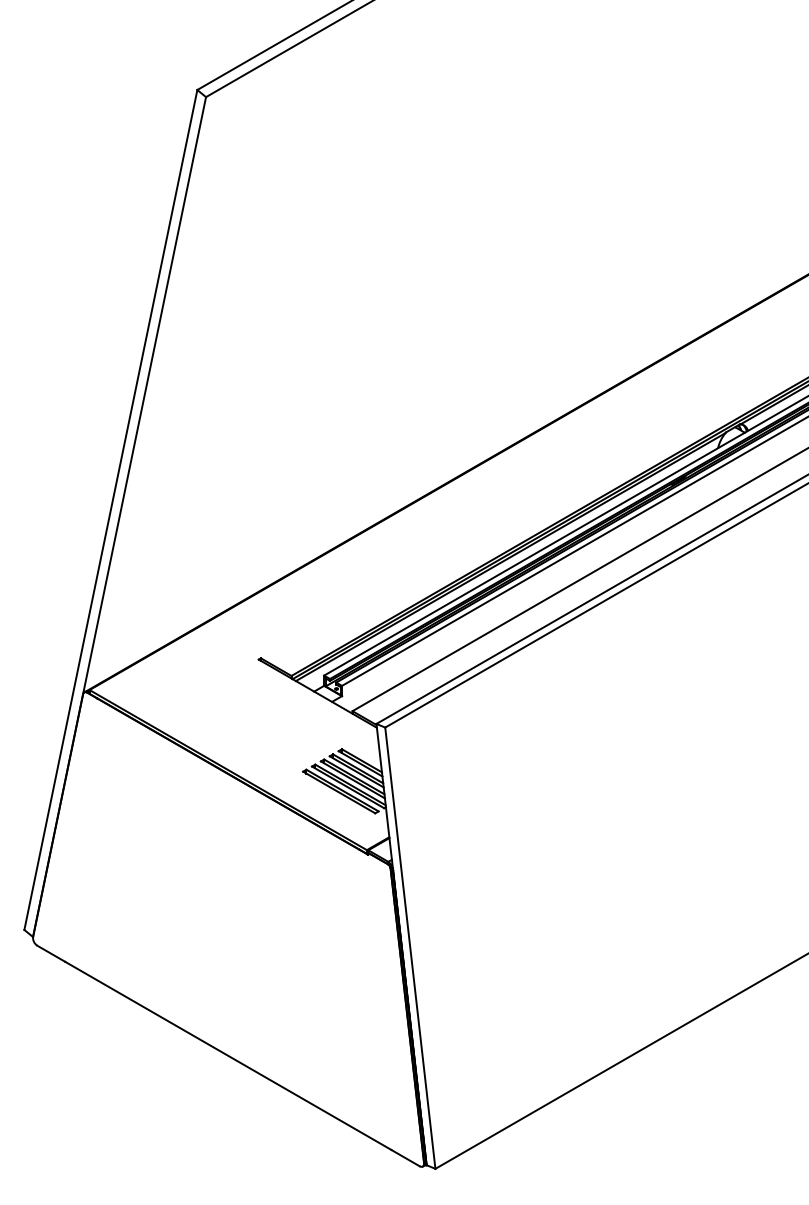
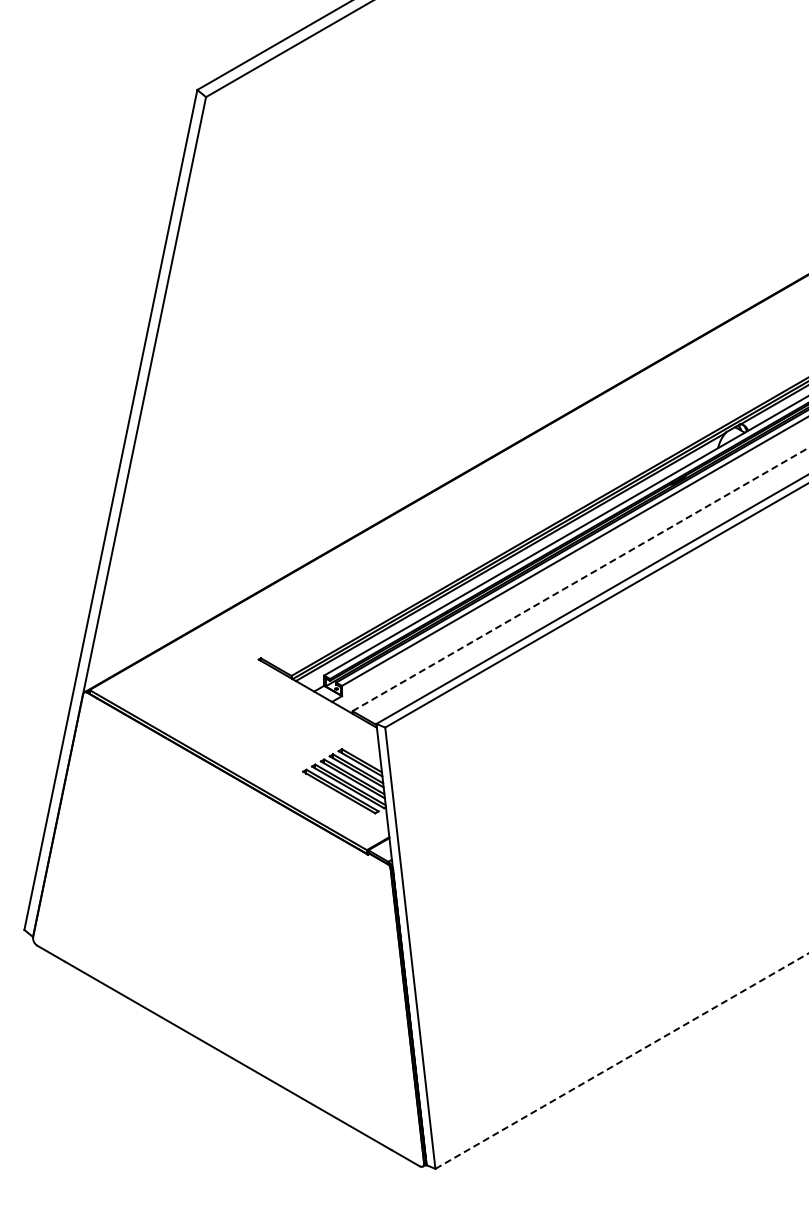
line at (581, 579): solid -> dashed
line at (622, 1060): solid -> dashed
